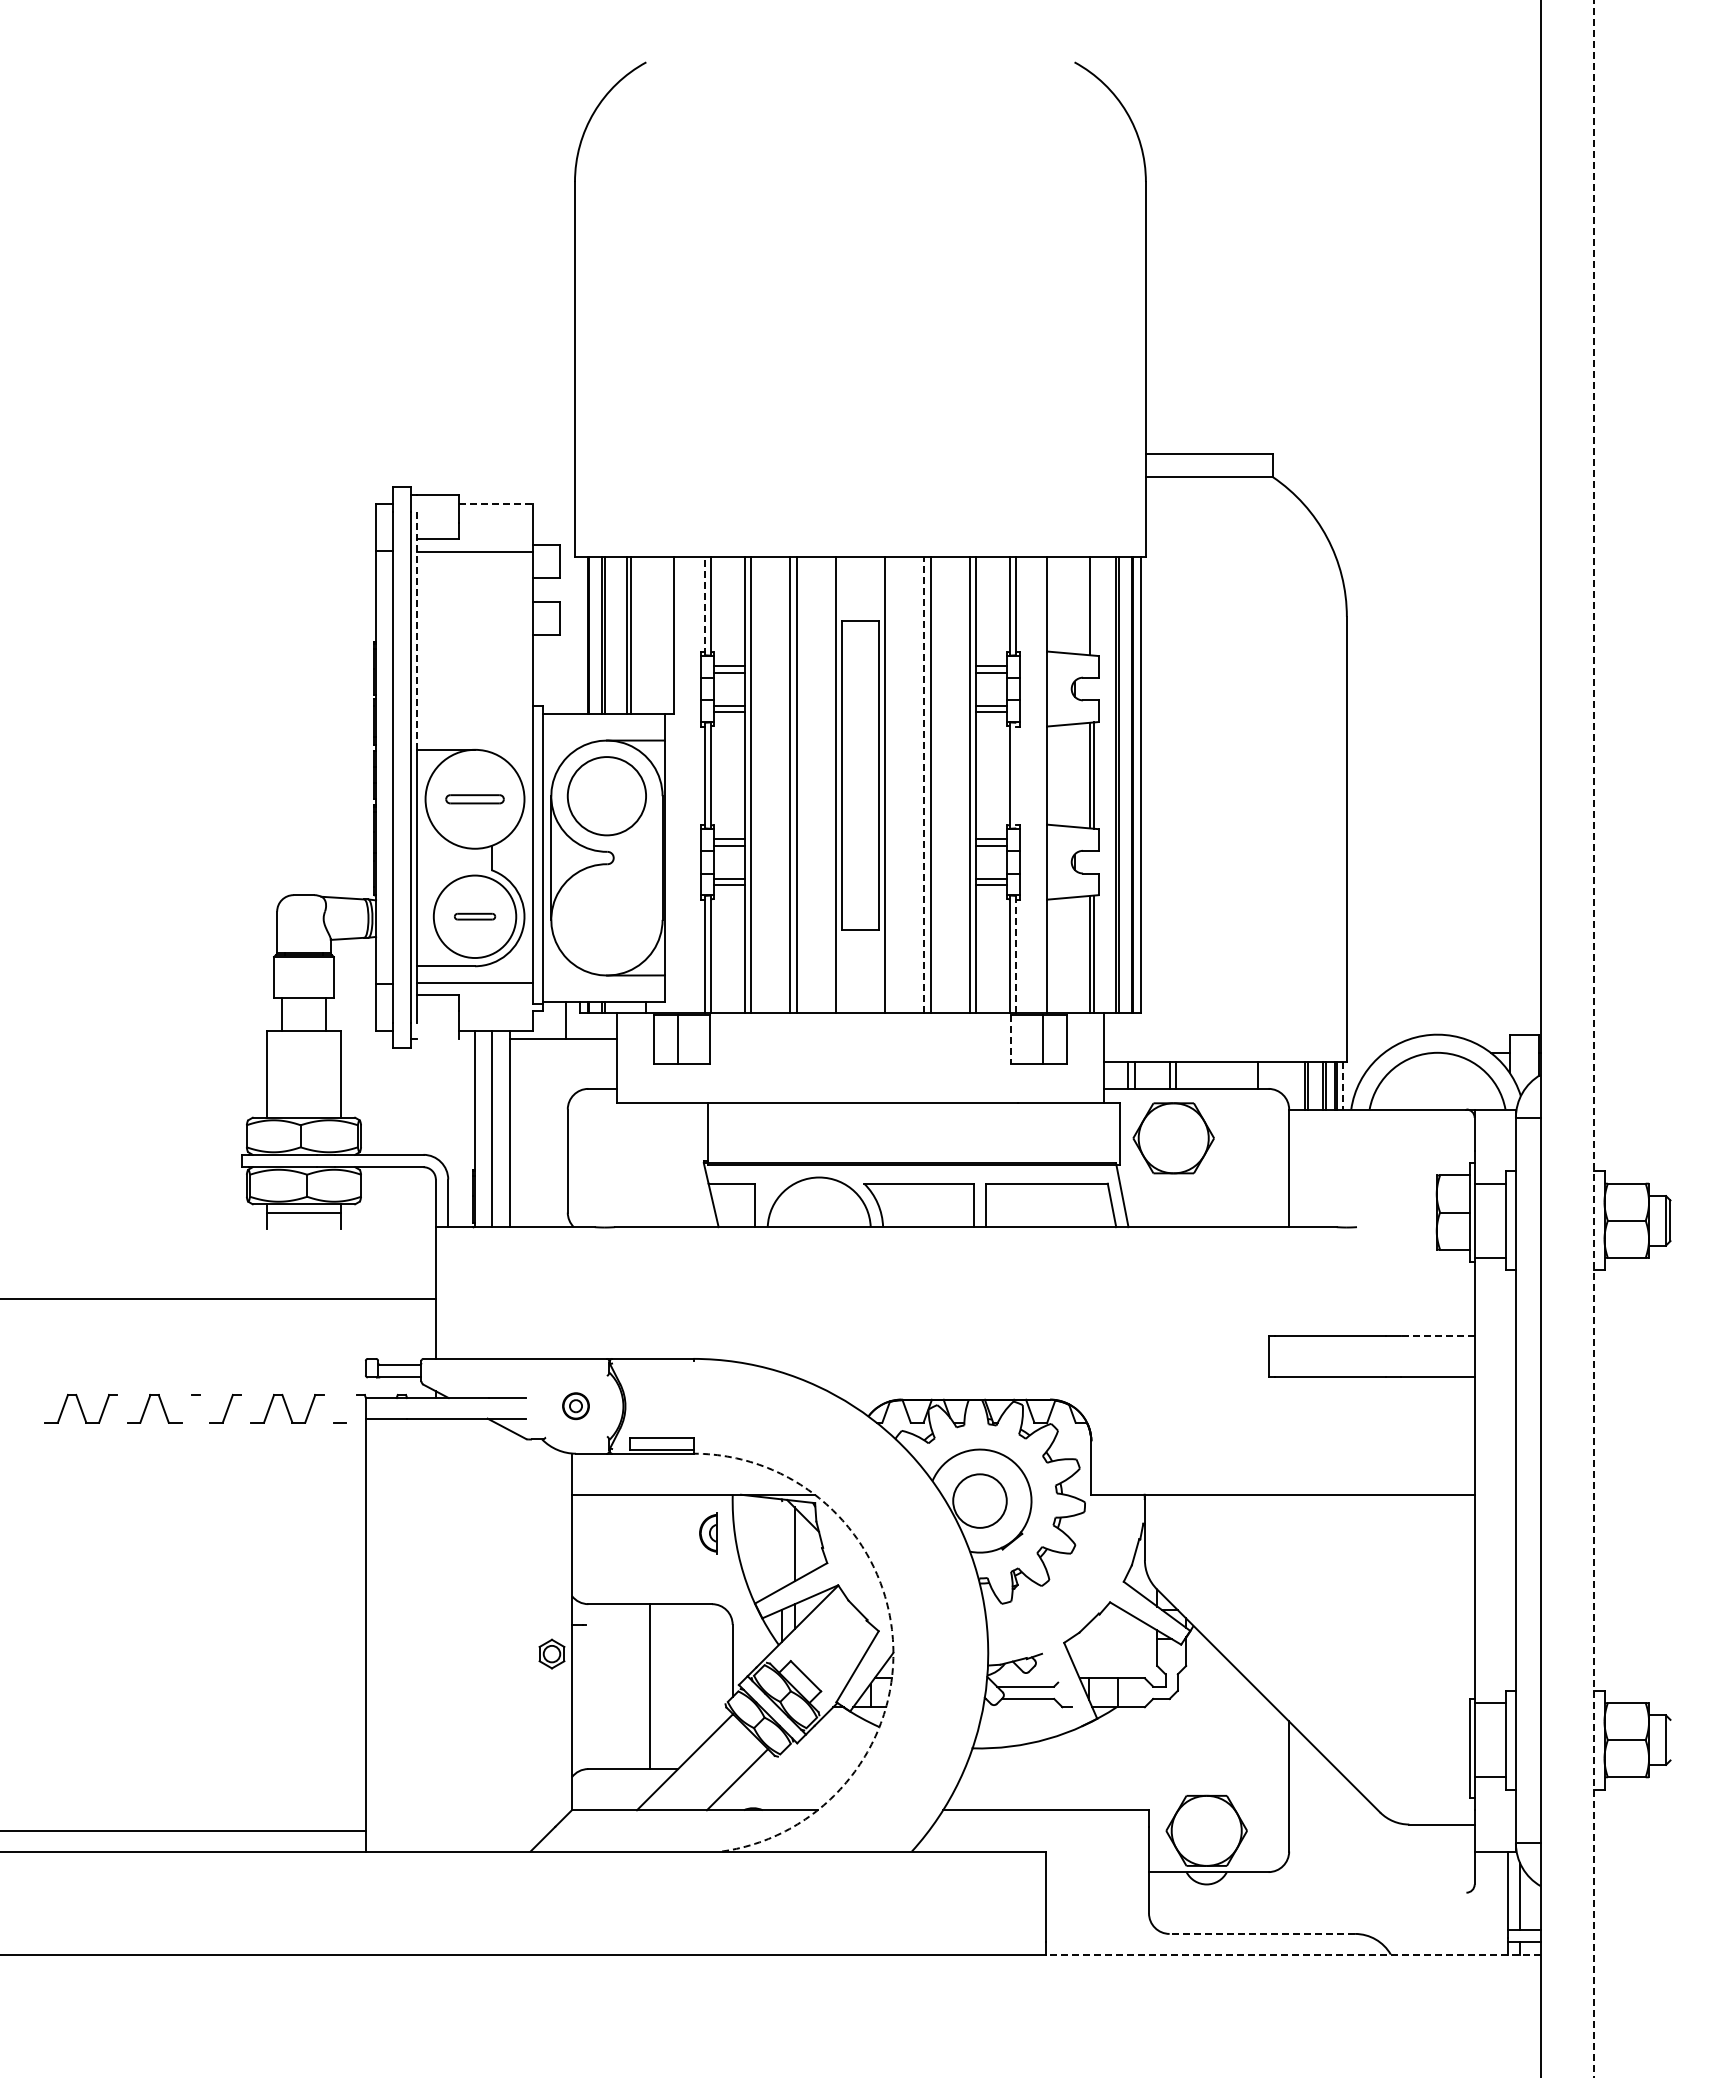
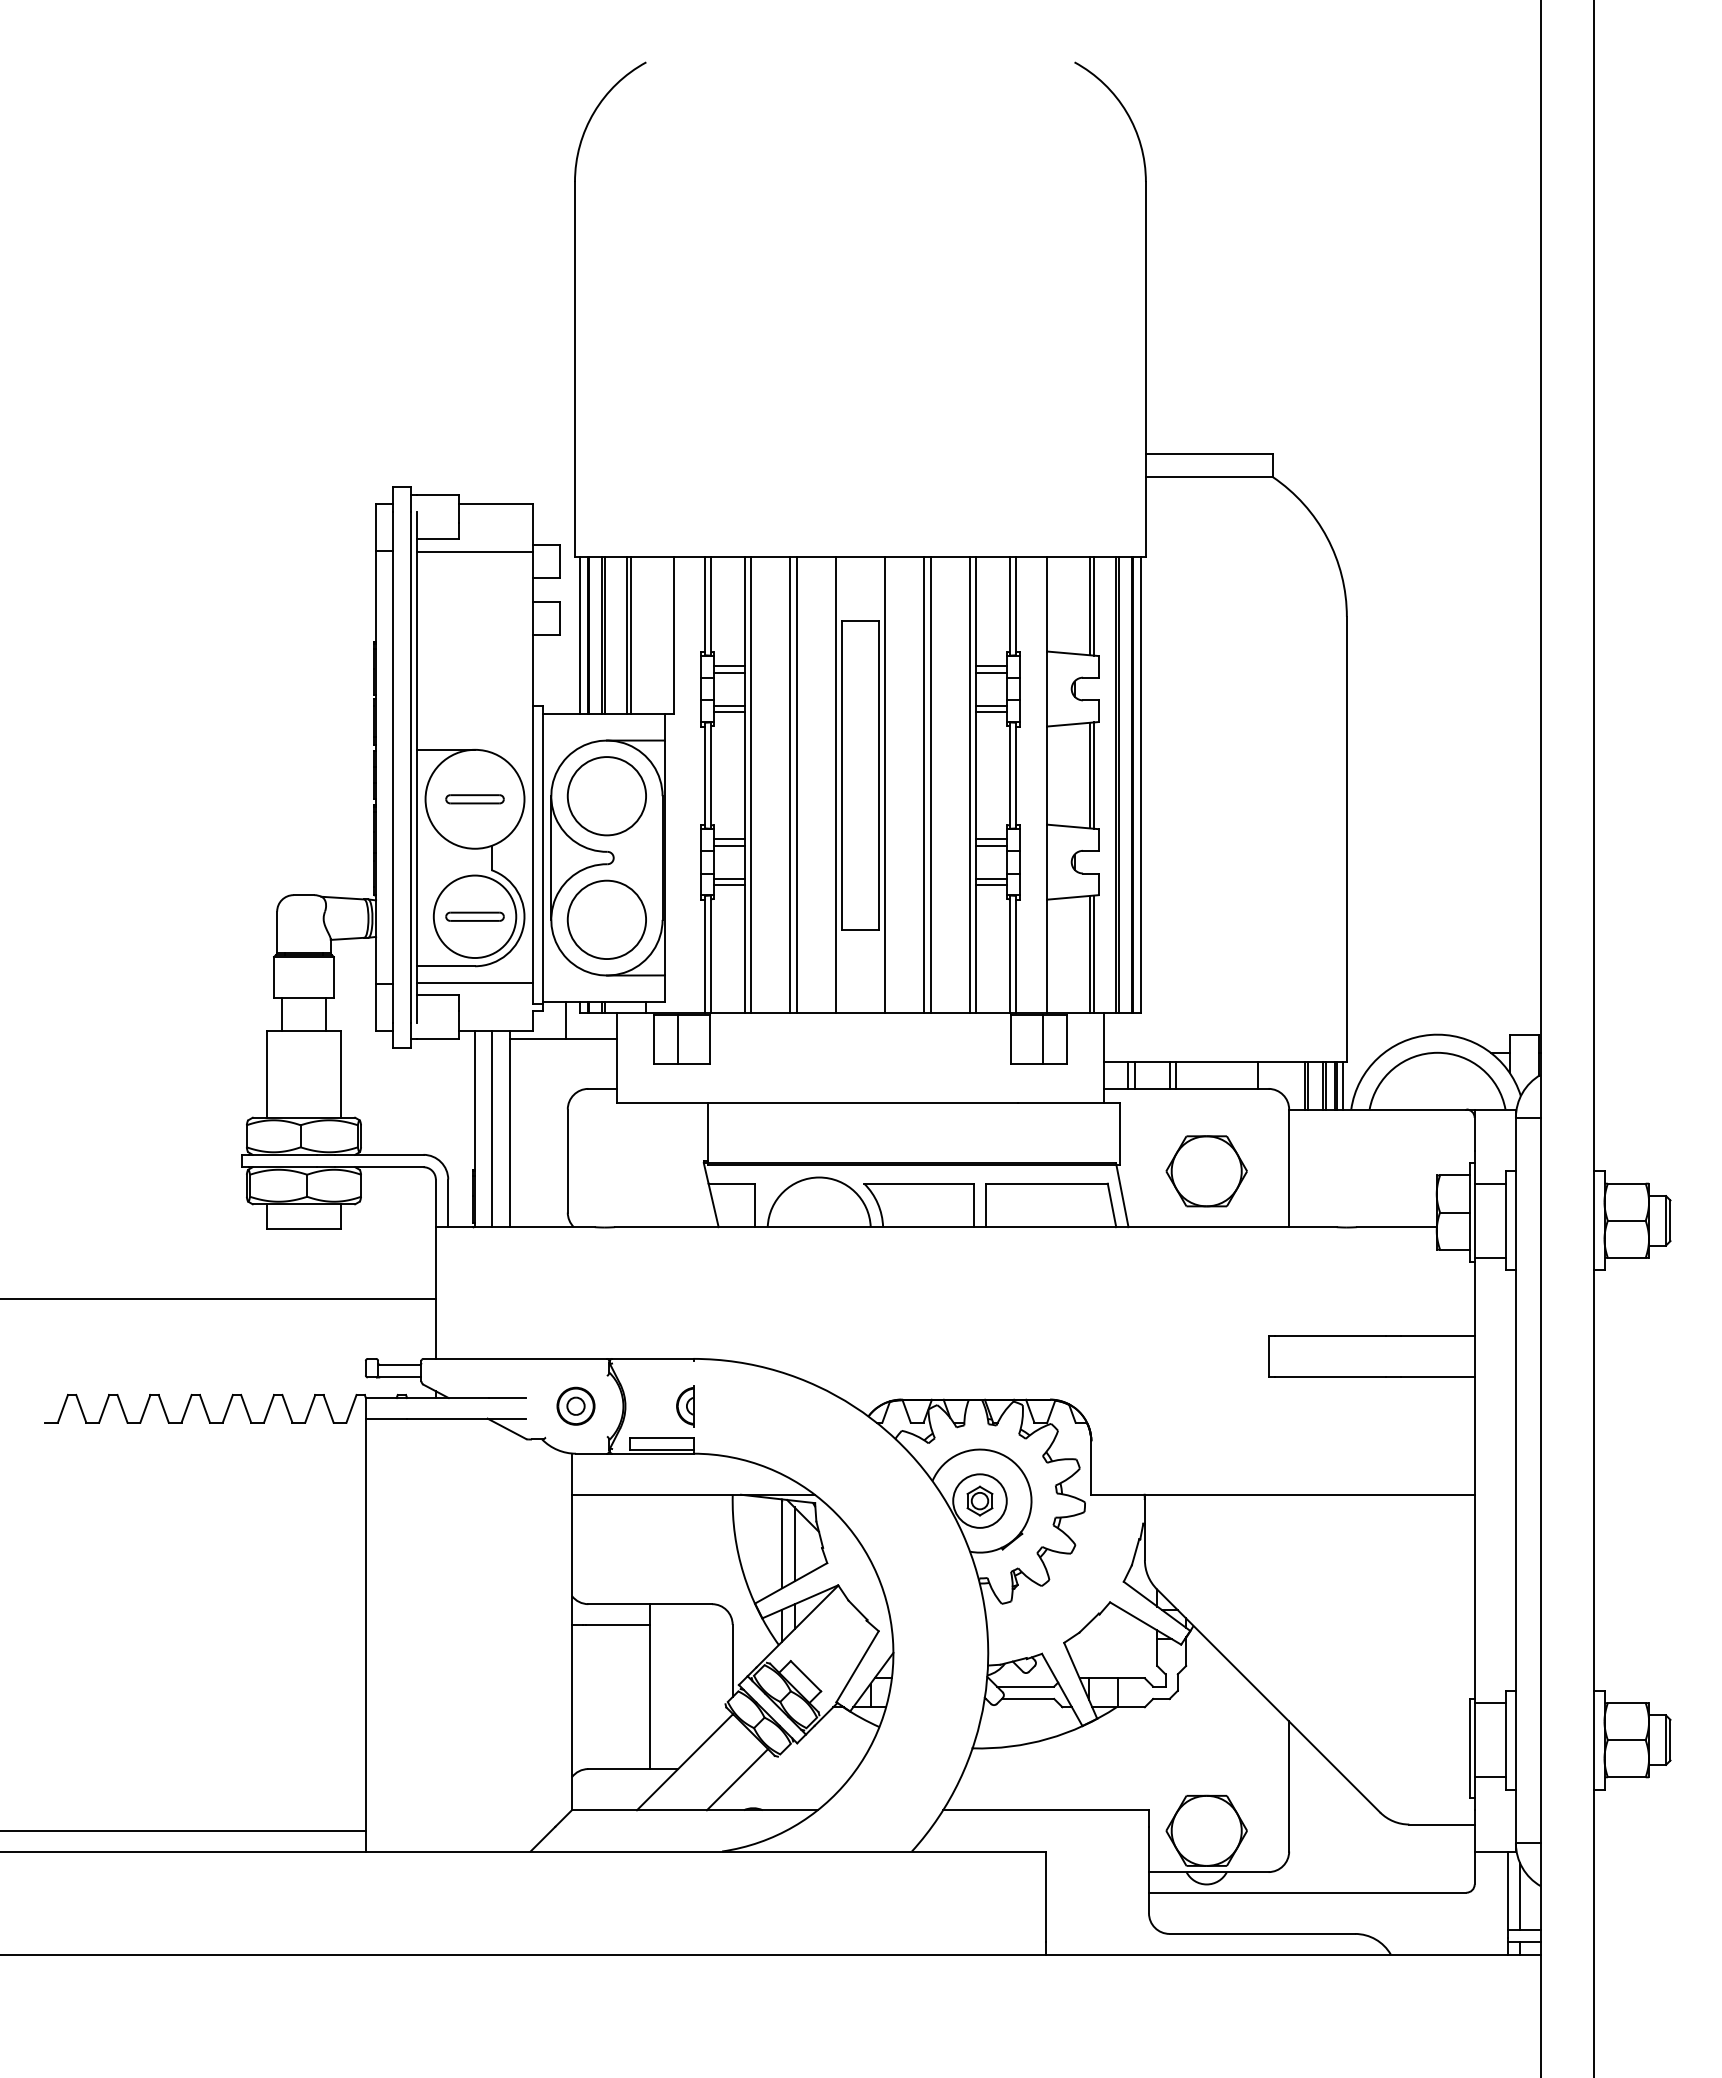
line at (496, 503): dashed -> solid
line at (704, 605): dashed -> solid
line at (1094, 606): none -> present
line at (417, 630): dashed -> solid
line at (580, 635): none -> present
line at (1016, 775): none -> present
line at (924, 784): dashed -> solid
part at (475, 916) size: 43x9 px -> 60x11 px
circle at (606, 919): none -> present
line at (1016, 954): dashed -> solid
line at (437, 1039): none -> present
line at (1010, 1039): dashed -> solid
line at (1594, 1039): dashed -> solid
line at (1342, 1085): dashed -> solid
part at (1173, 1138) position: (1173, 1138) -> (1206, 1171)
line at (303, 1213) position: (303, 1213) -> (303, 1229)
line at (1396, 1227): none -> present
line at (1437, 1336): dashed -> solid
part at (575, 1406) size: 28x29 px -> 40x40 px
line at (122, 1408): none -> present
line at (186, 1408): none -> present
line at (204, 1408): none -> present
line at (246, 1408): none -> present
line at (328, 1408): none -> present
line at (351, 1408): none -> present
part at (708, 1533) position: (708, 1533) -> (685, 1406)
line at (782, 1544): none -> present
line at (618, 1624): none -> present
arc at (892, 1639): dashed -> solid
part at (551, 1653) position: (551, 1653) -> (979, 1500)
line at (1062, 1689): none -> present
line at (1670, 1739): none -> present
line at (1307, 1892): none -> present
line at (1262, 1933): dashed -> solid
line at (1292, 1954): dashed -> solid
